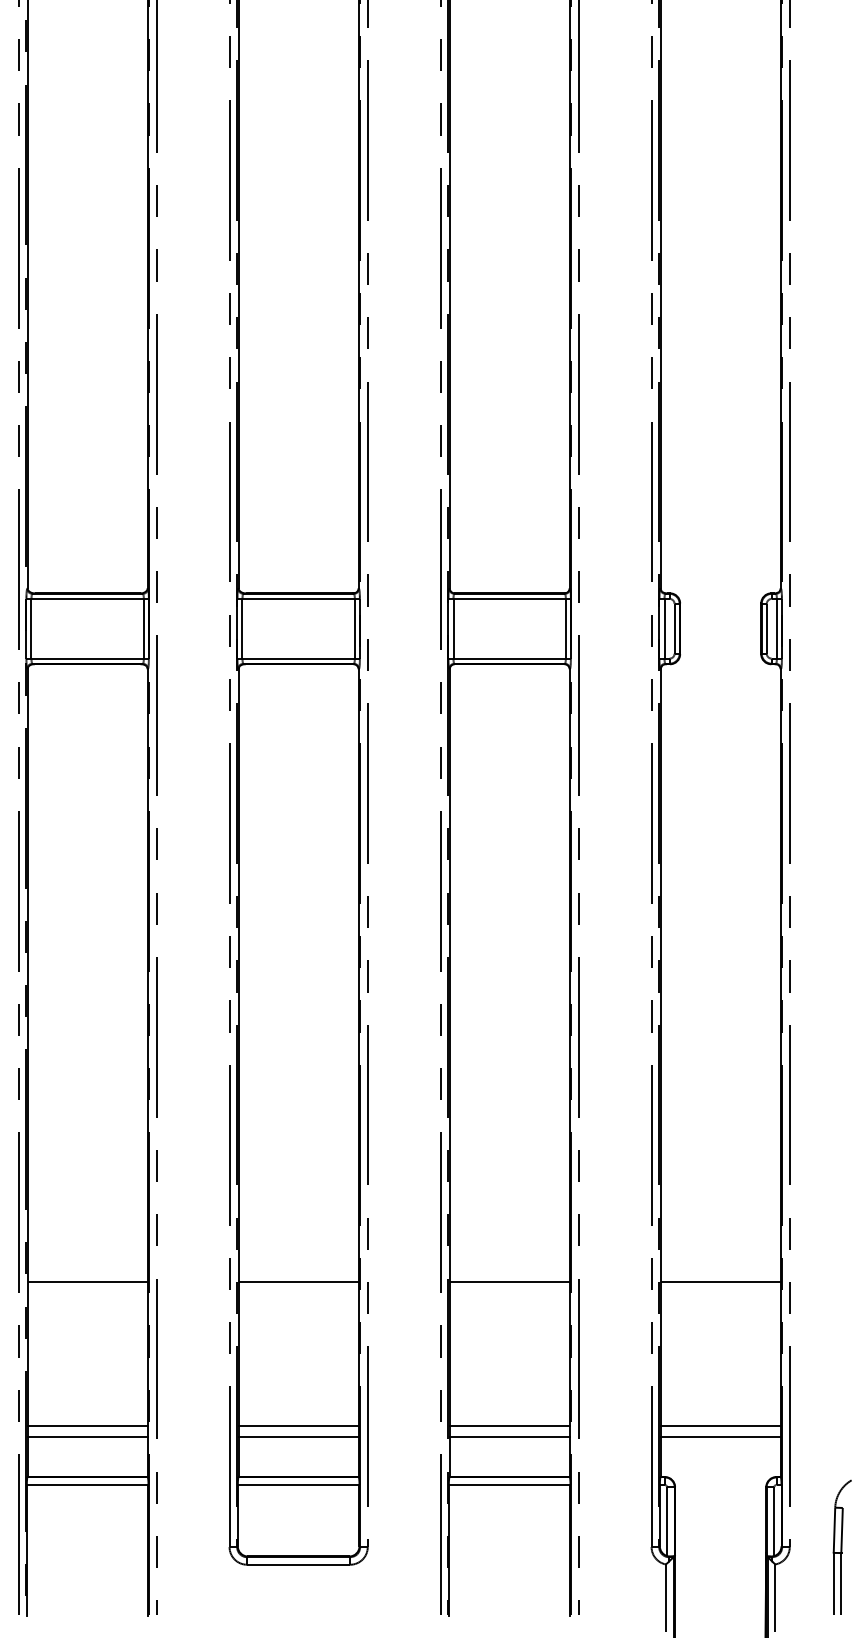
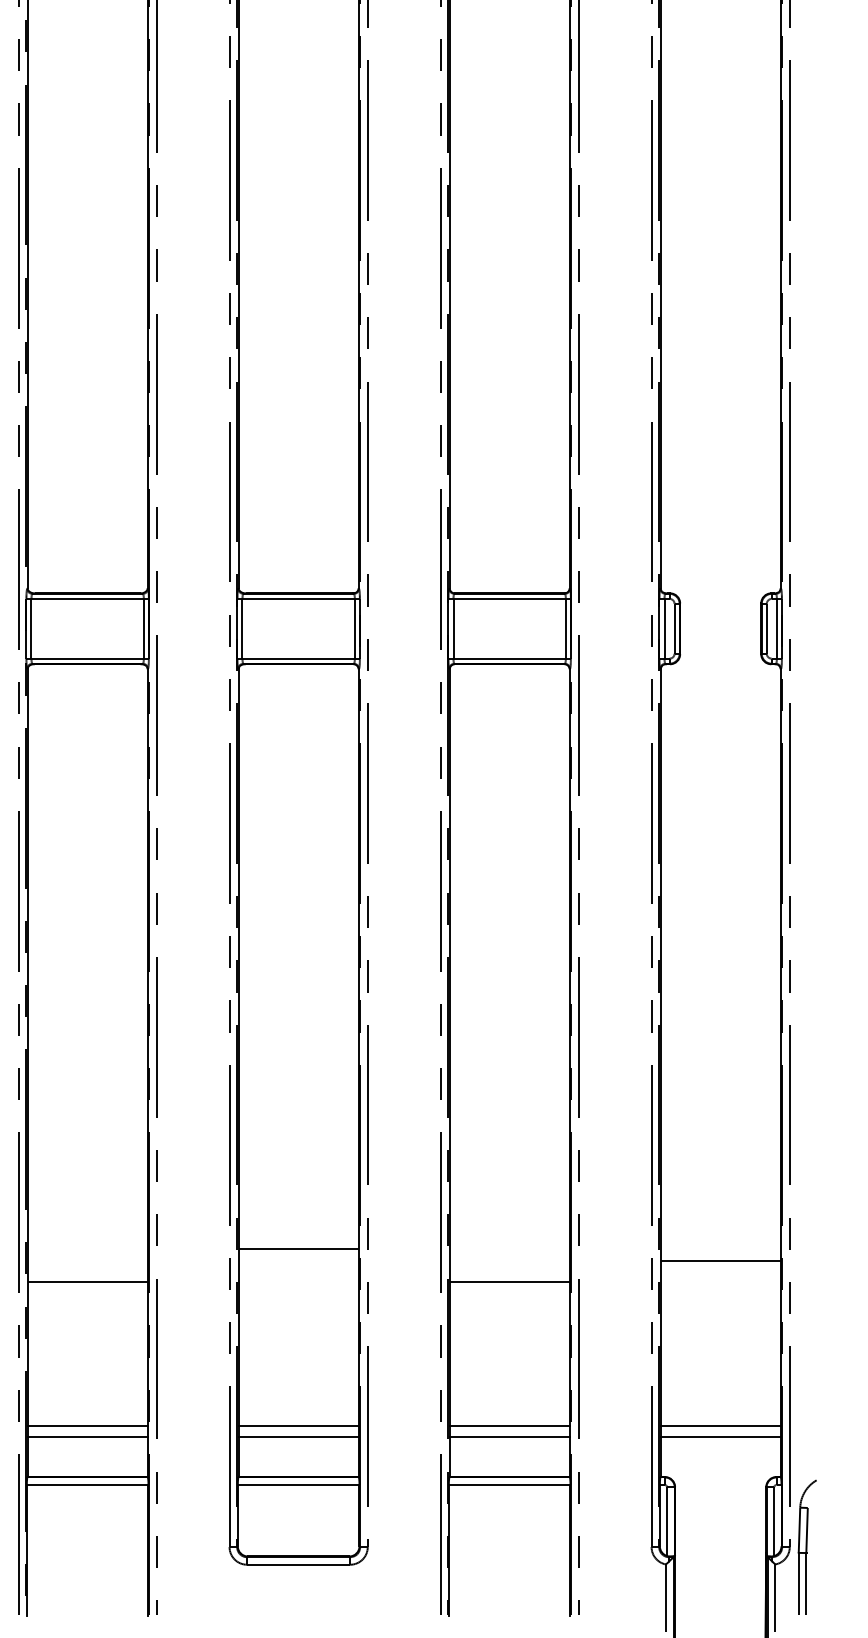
line at (298, 1282) position: (298, 1282) -> (298, 1249)
line at (720, 1282) position: (720, 1282) -> (720, 1261)
part at (841, 1546) position: (841, 1546) -> (806, 1546)
